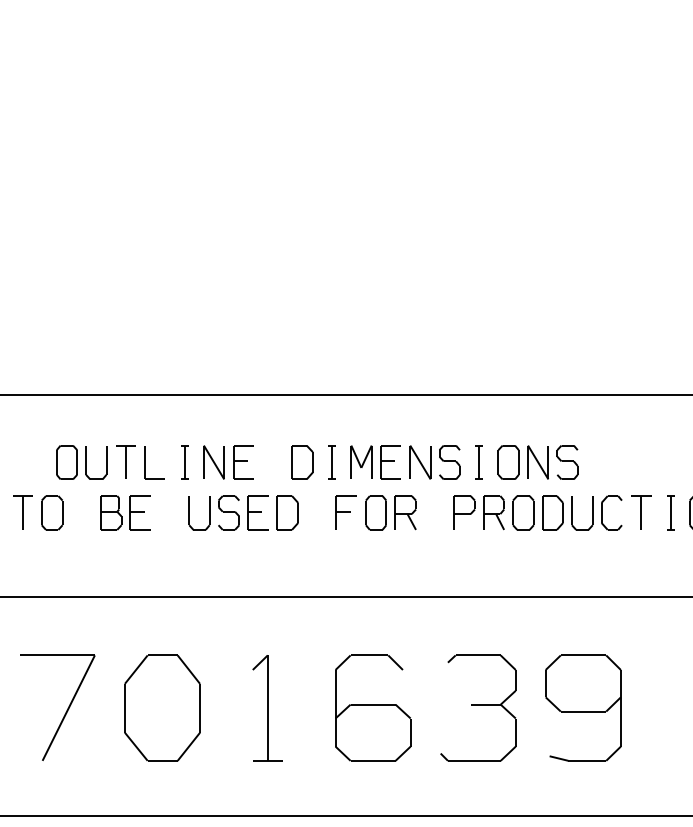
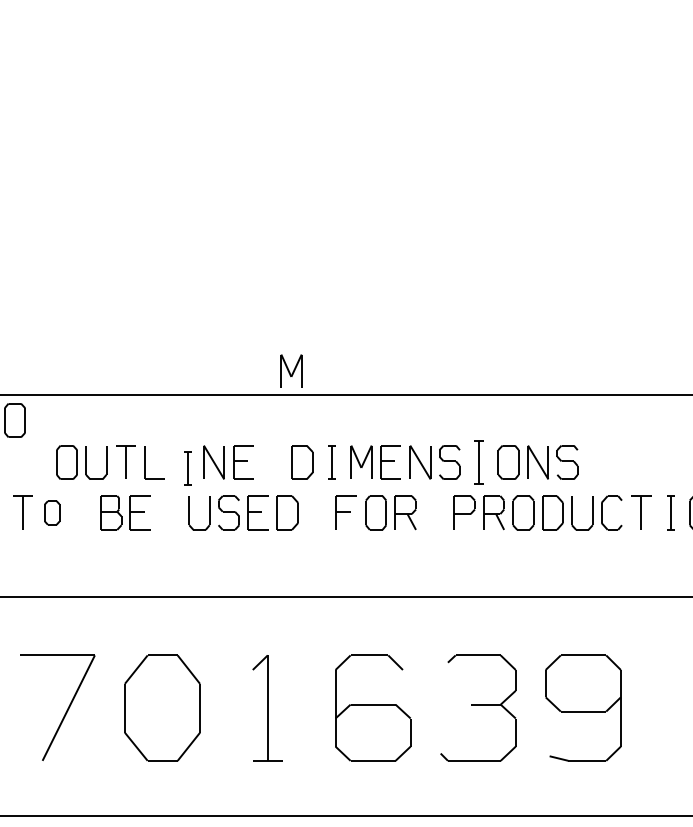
part at (291, 370): none -> present
part at (14, 420): none -> present
part at (184, 462) position: (184, 462) -> (187, 468)
part at (478, 462) size: 8x35 px -> 10x45 px
part at (52, 512) size: 23x36 px -> 17x26 px
